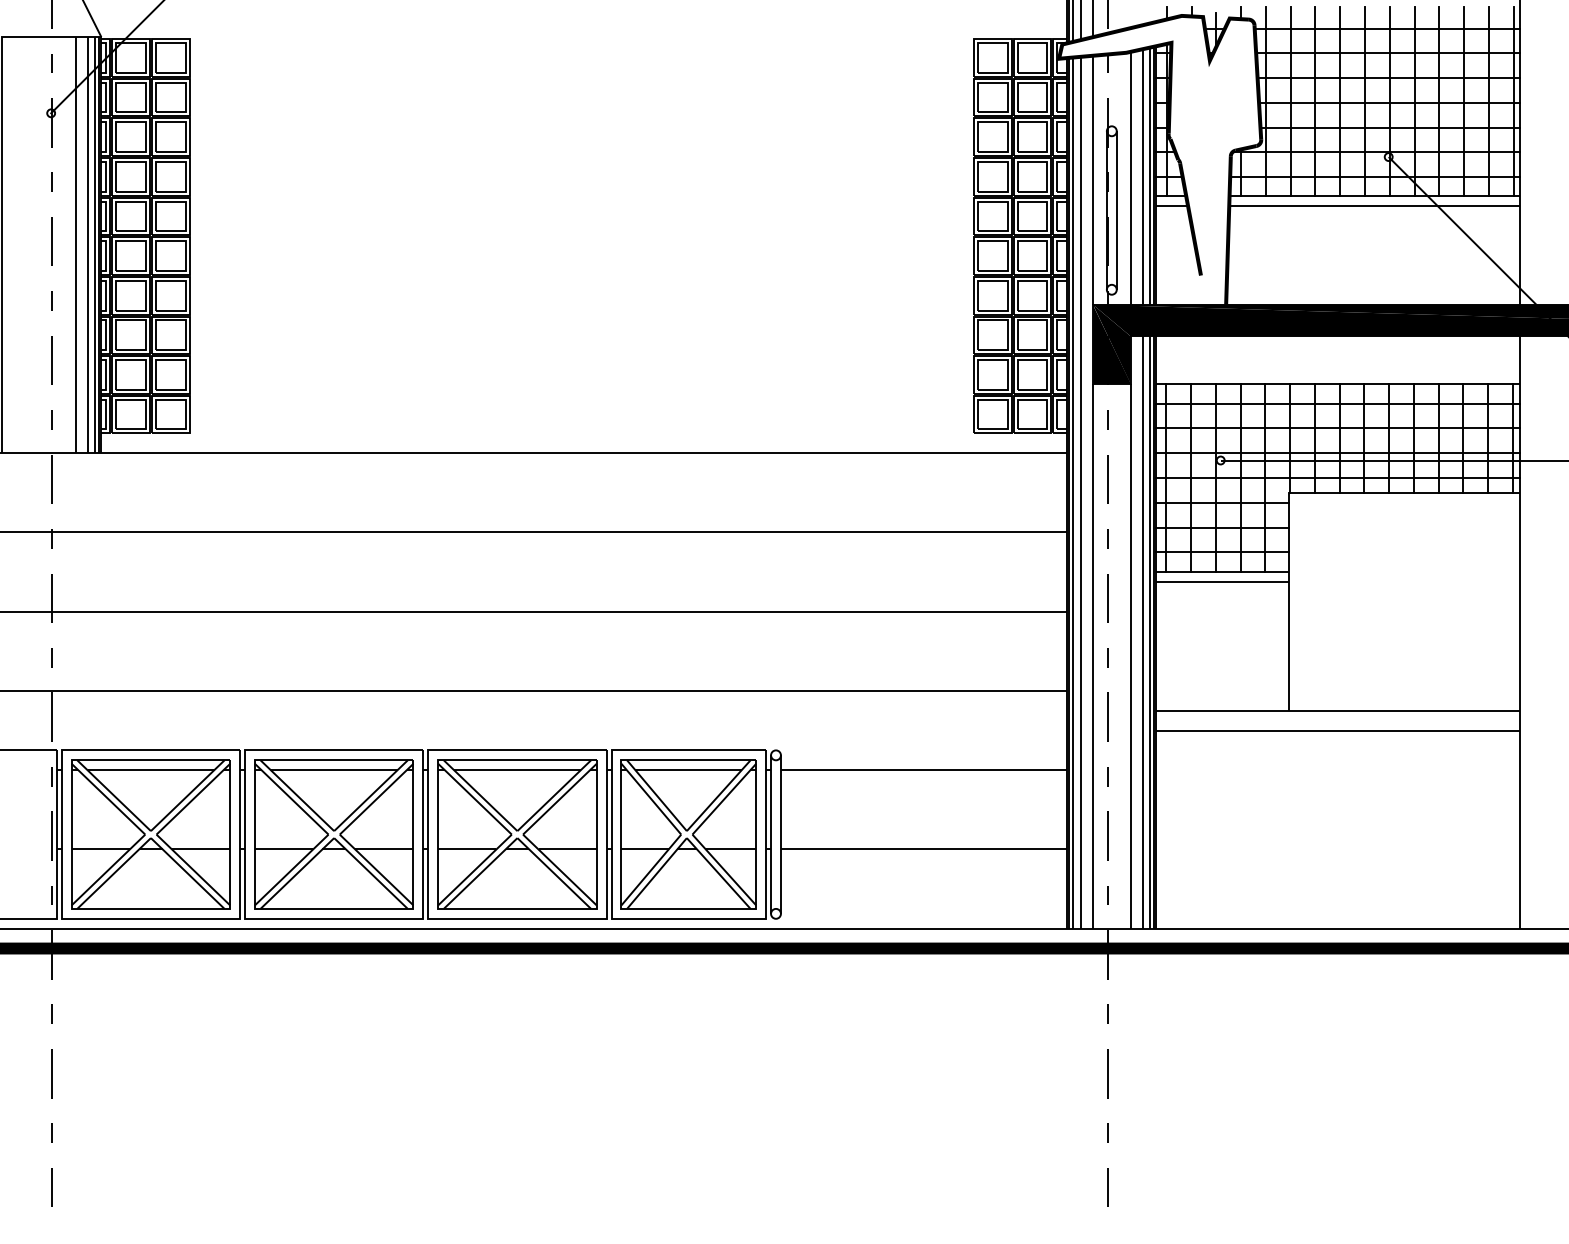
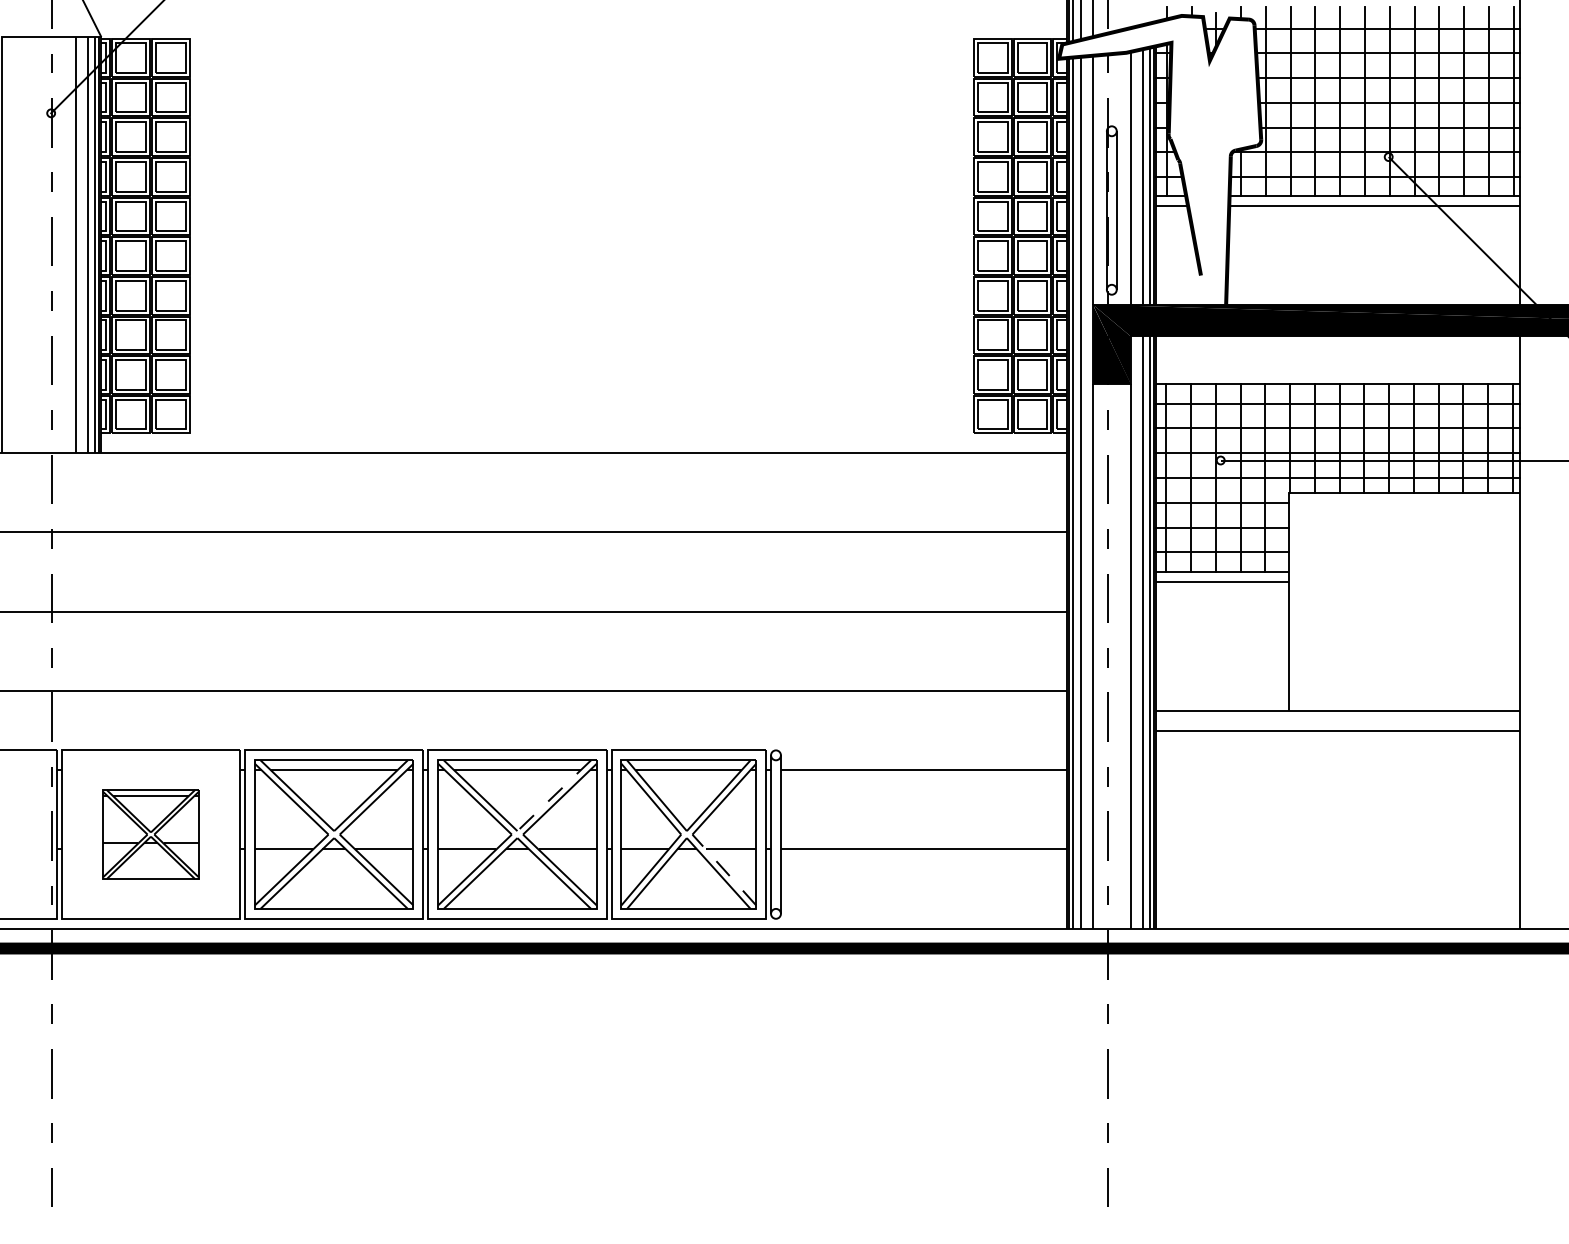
line at (553, 796): solid -> dashed
part at (150, 834) size: 160x151 px -> 98x91 px
line at (724, 870): solid -> dashed
